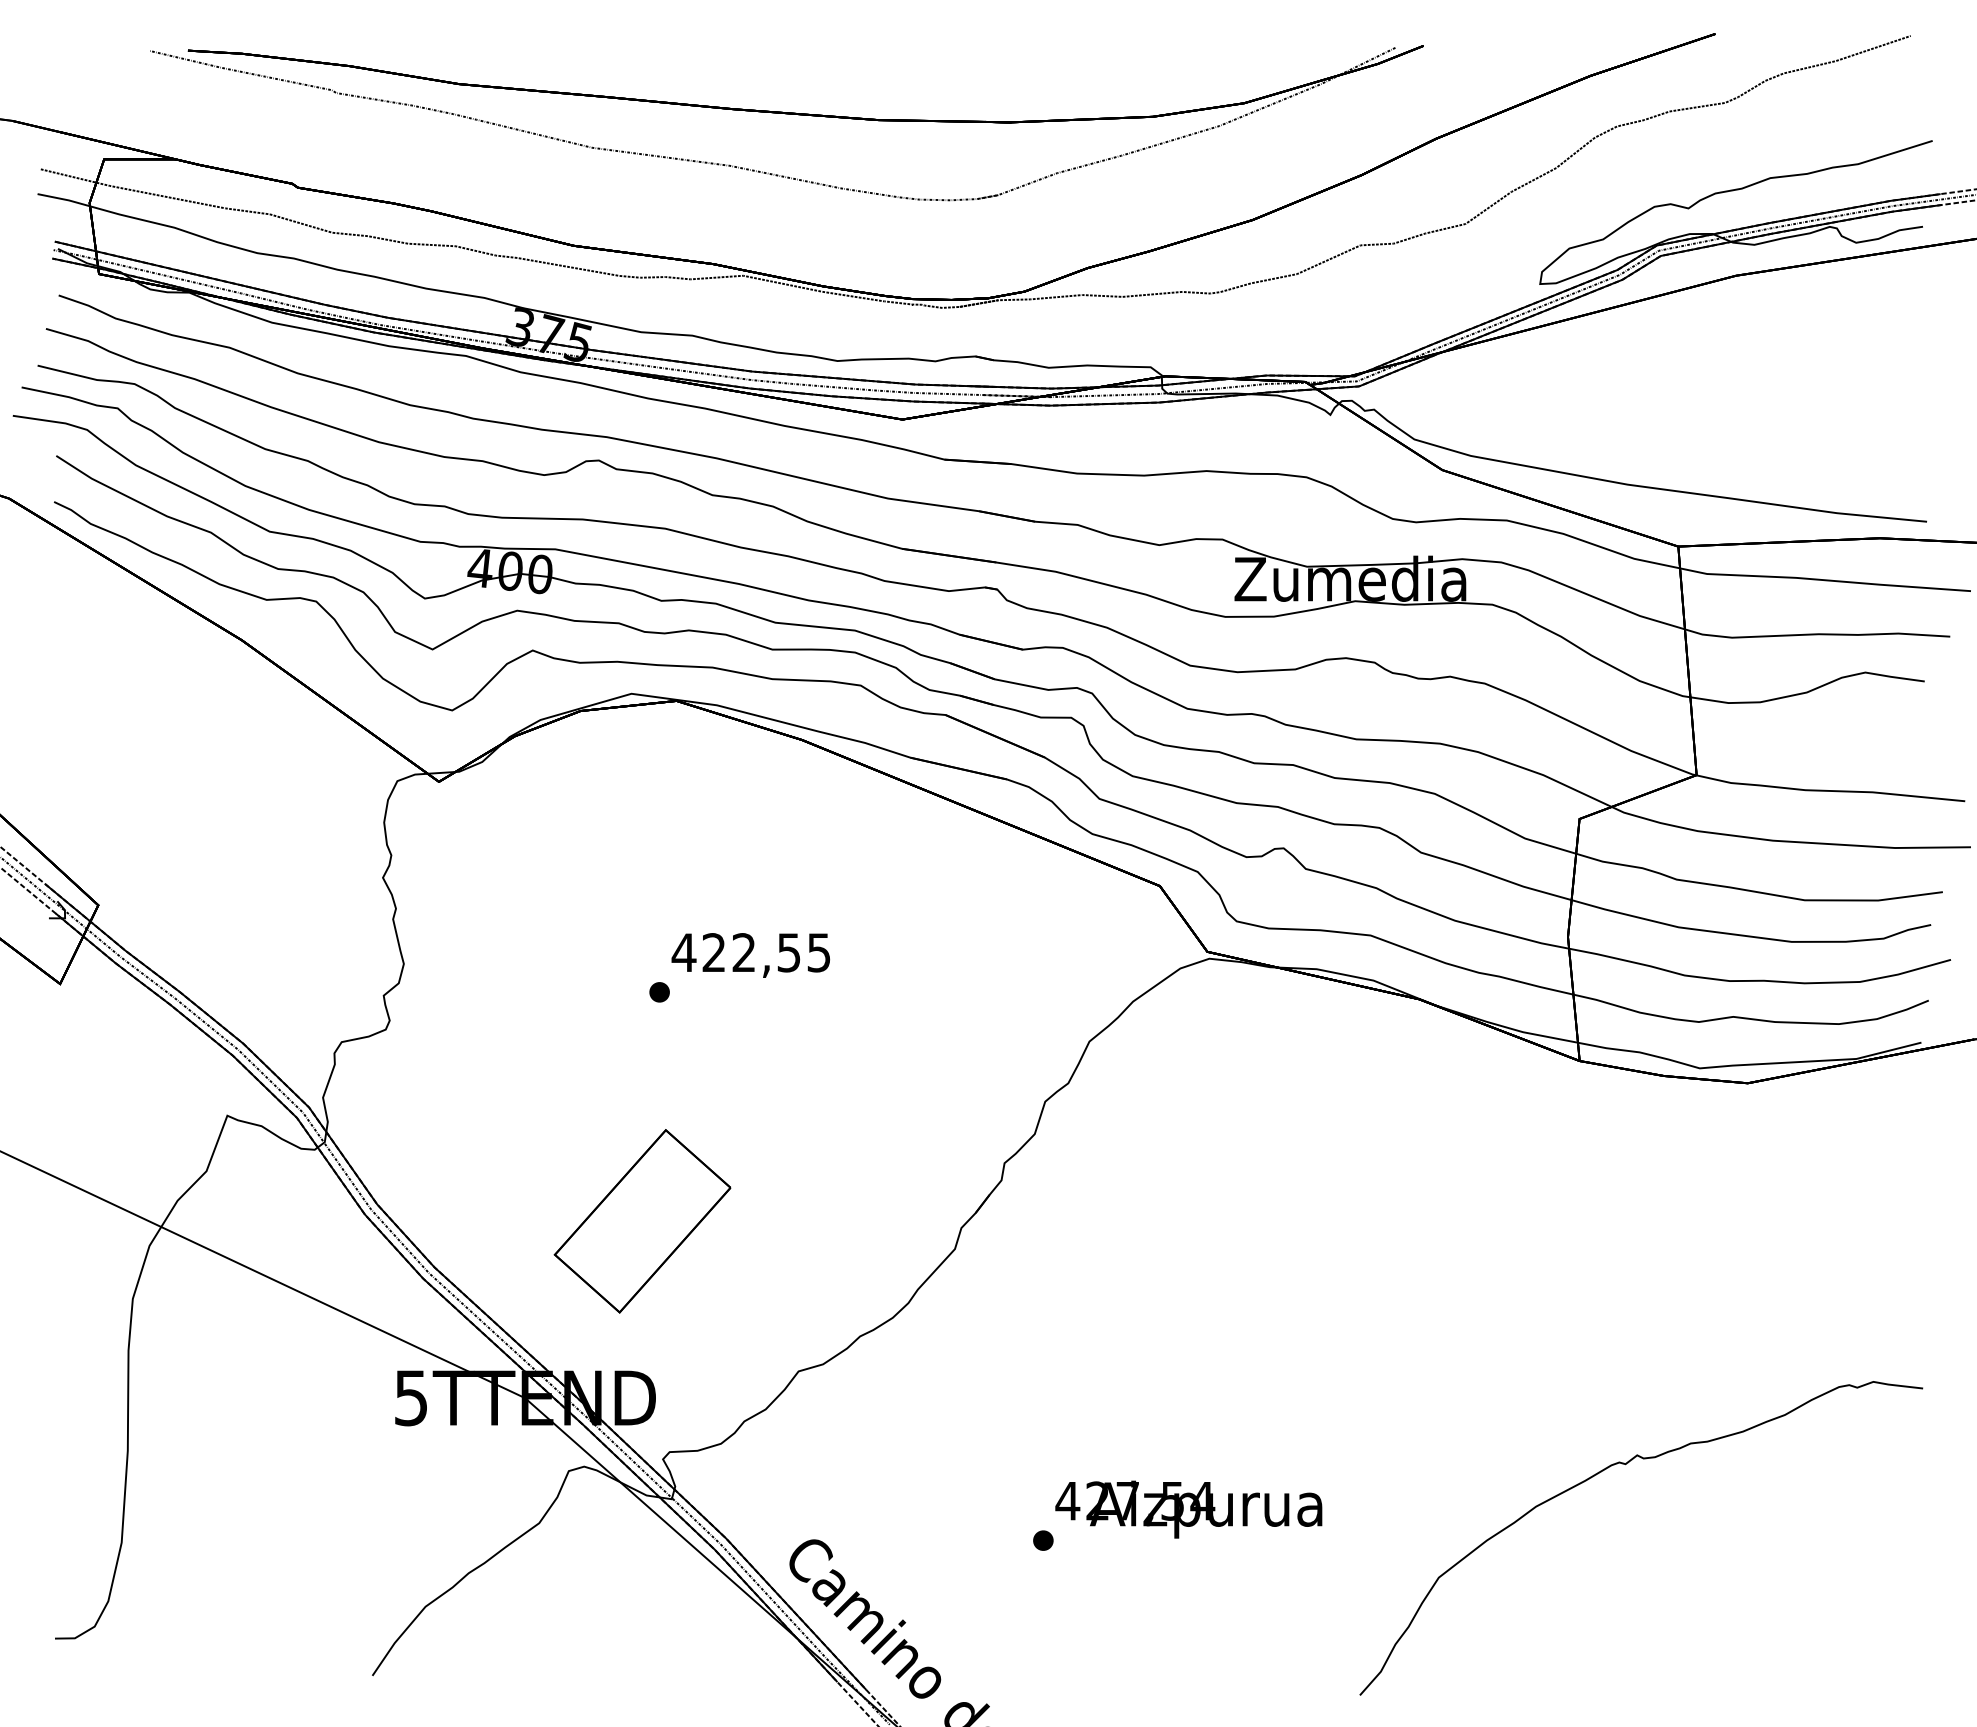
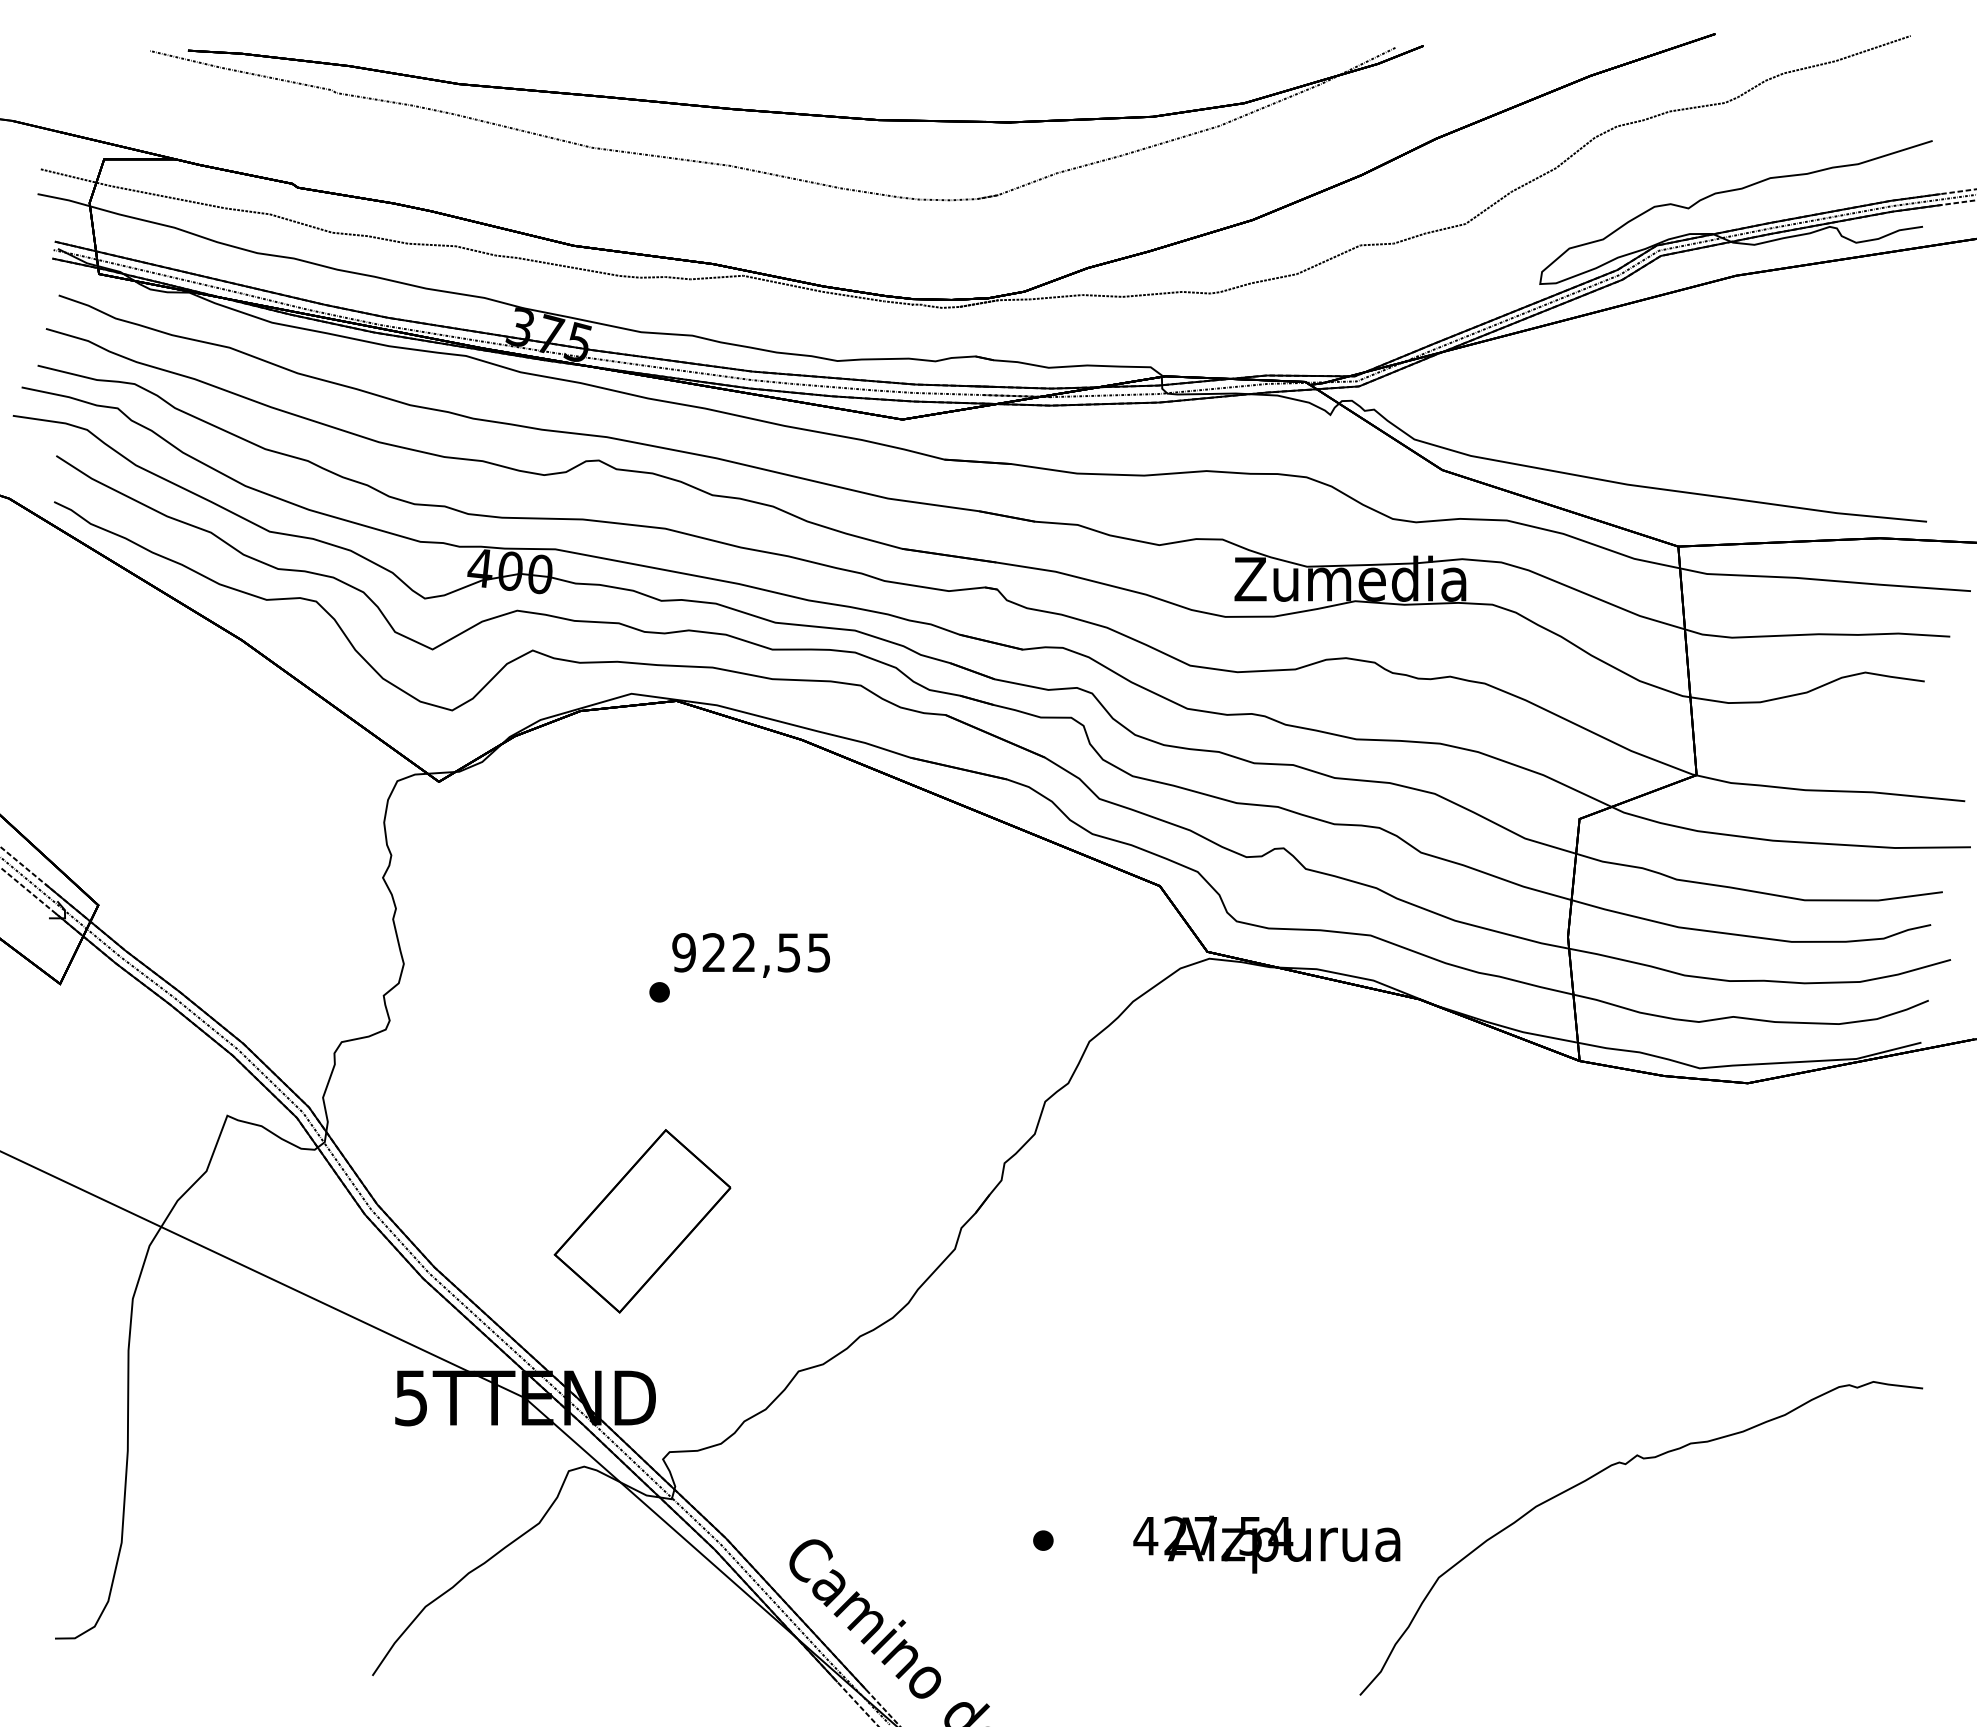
text at (683, 952): 422,55 -> 922,55
text at (1188, 1509) position: (1188, 1509) -> (1266, 1544)
